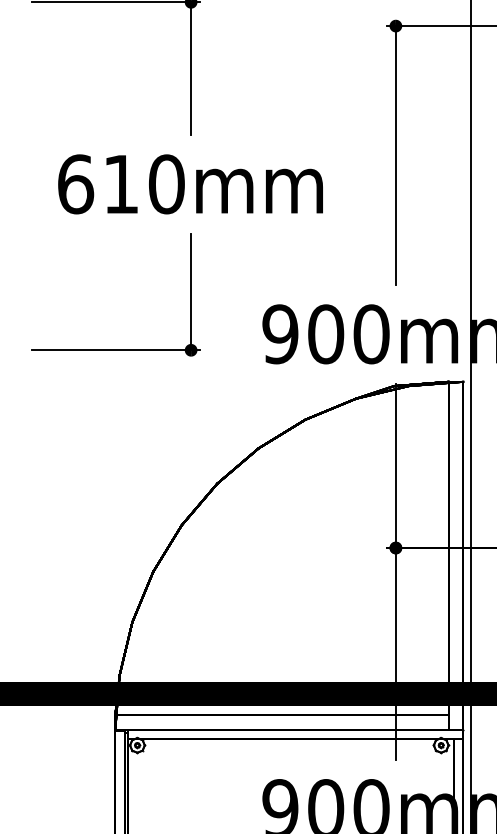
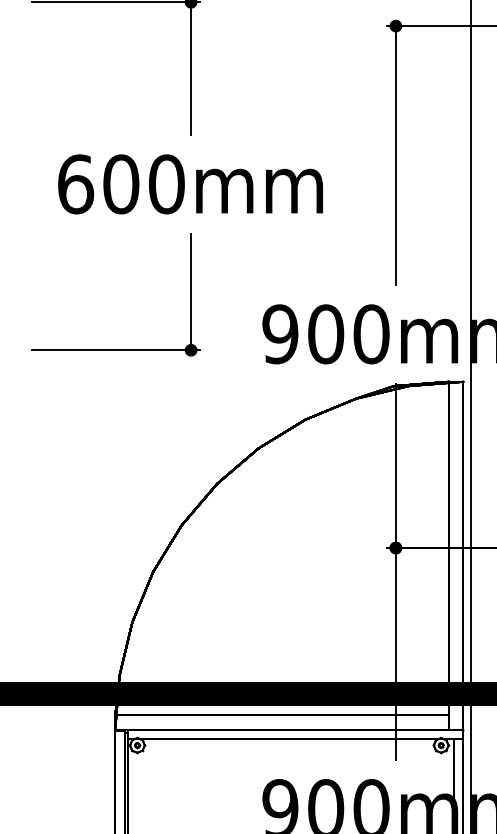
text at (121, 184): 610mm -> 600mm
